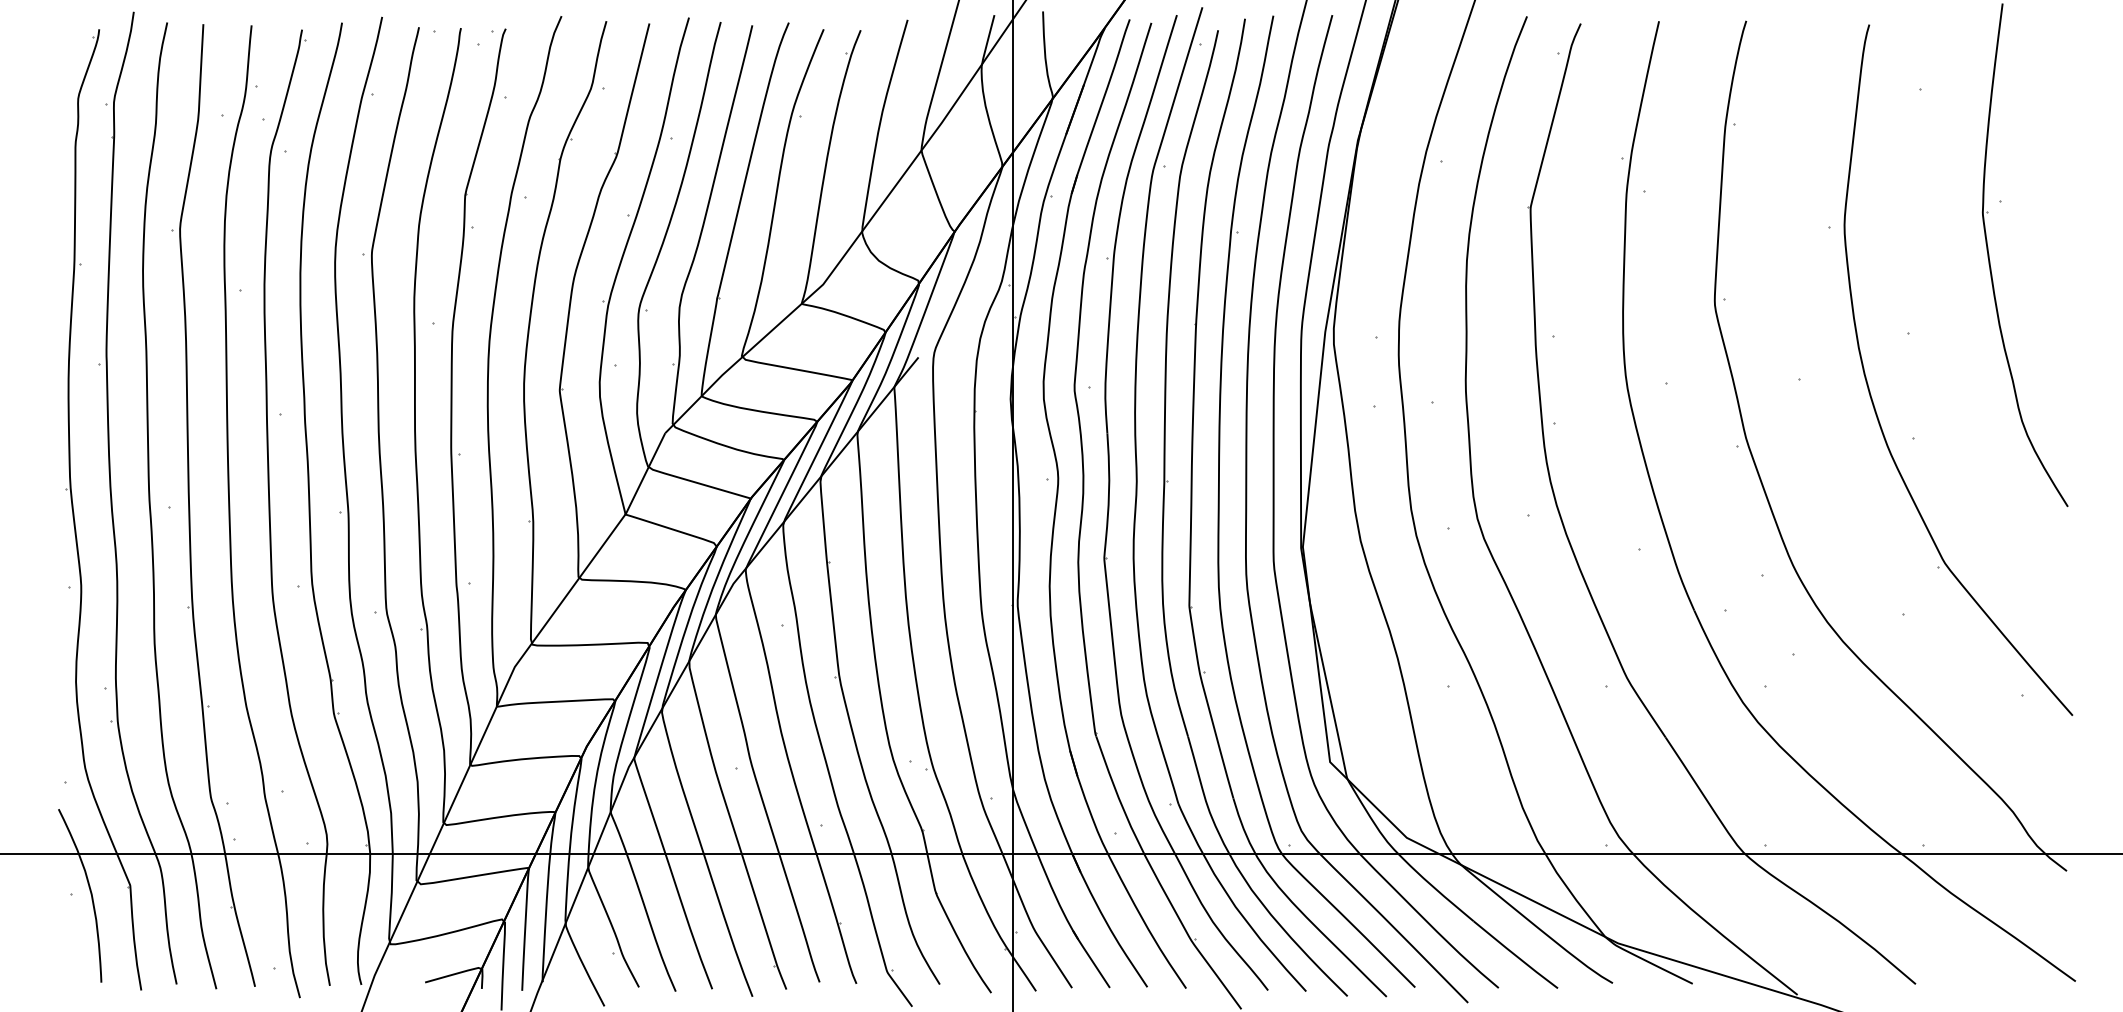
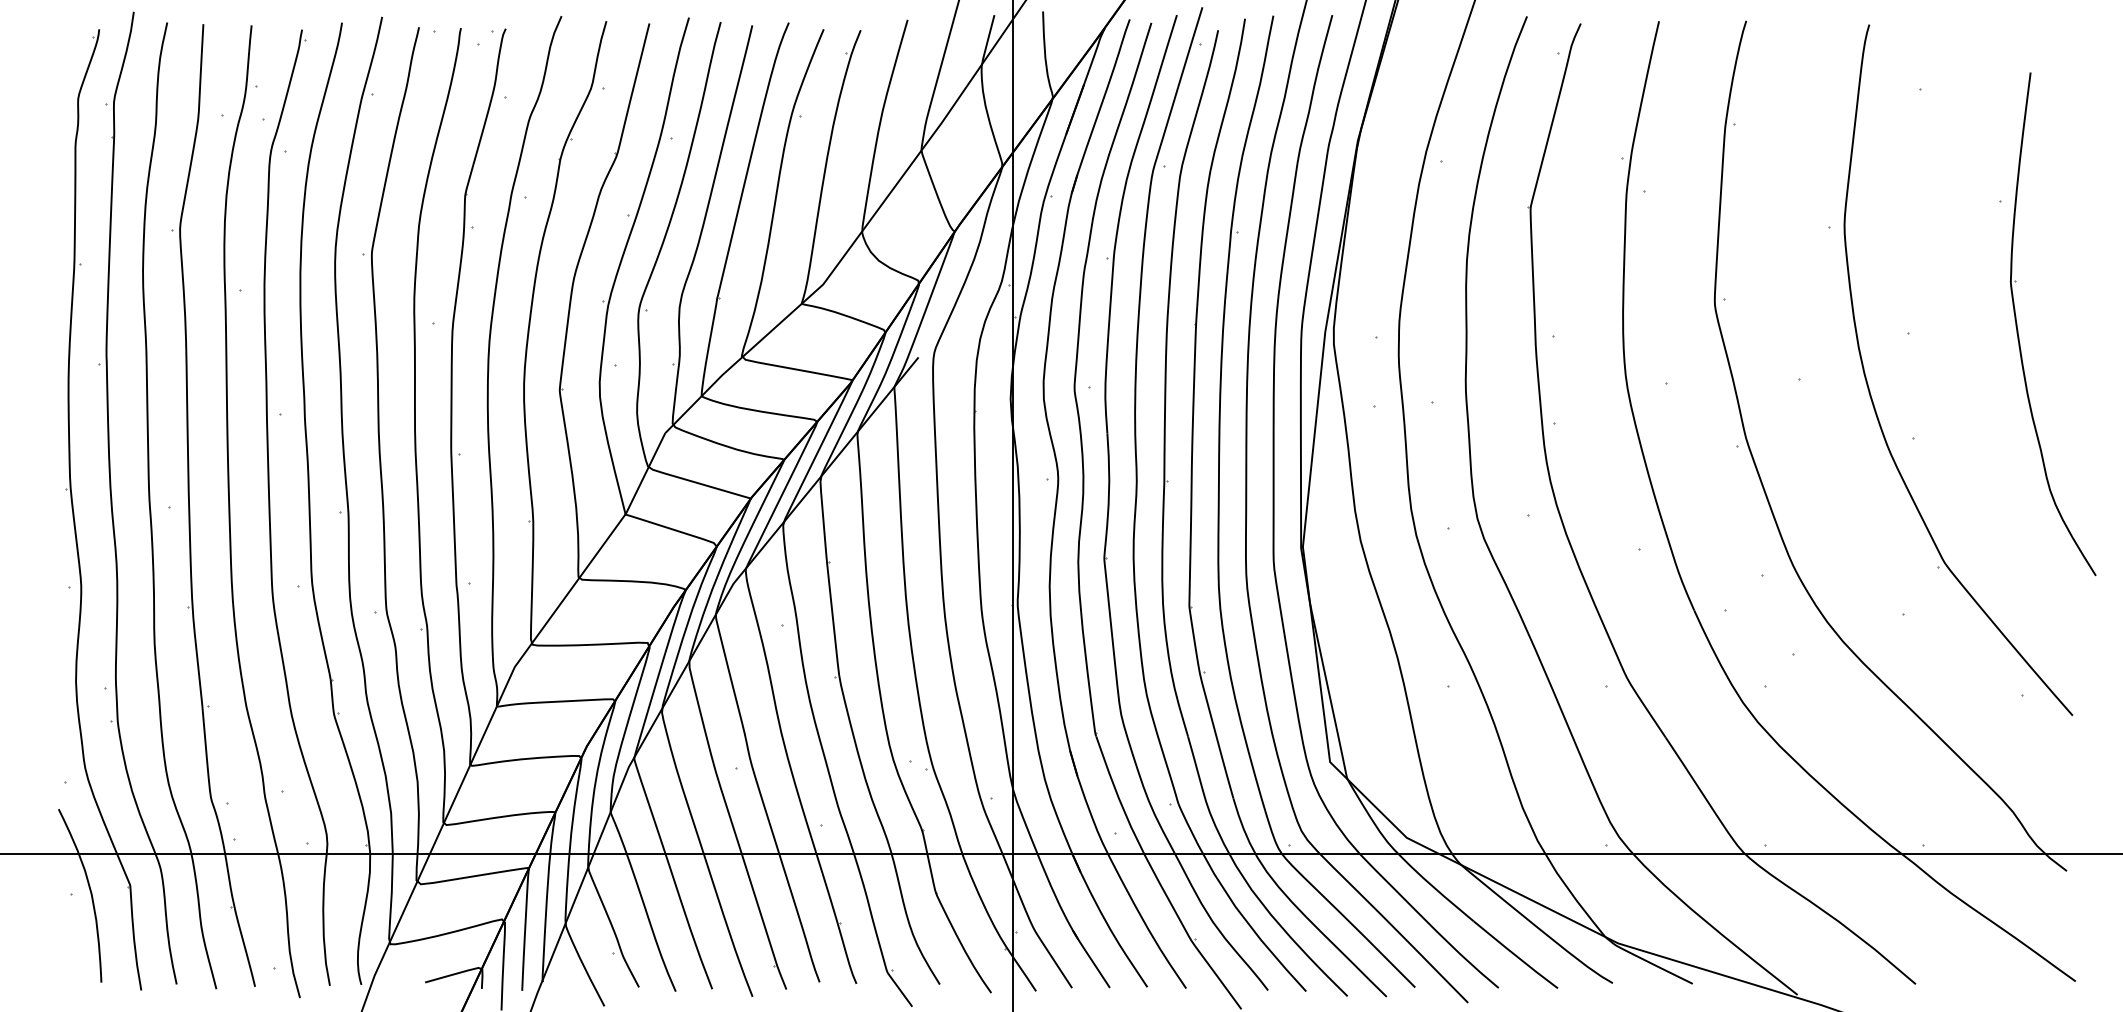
part at (1990, 260) position: (1990, 260) -> (2018, 329)
